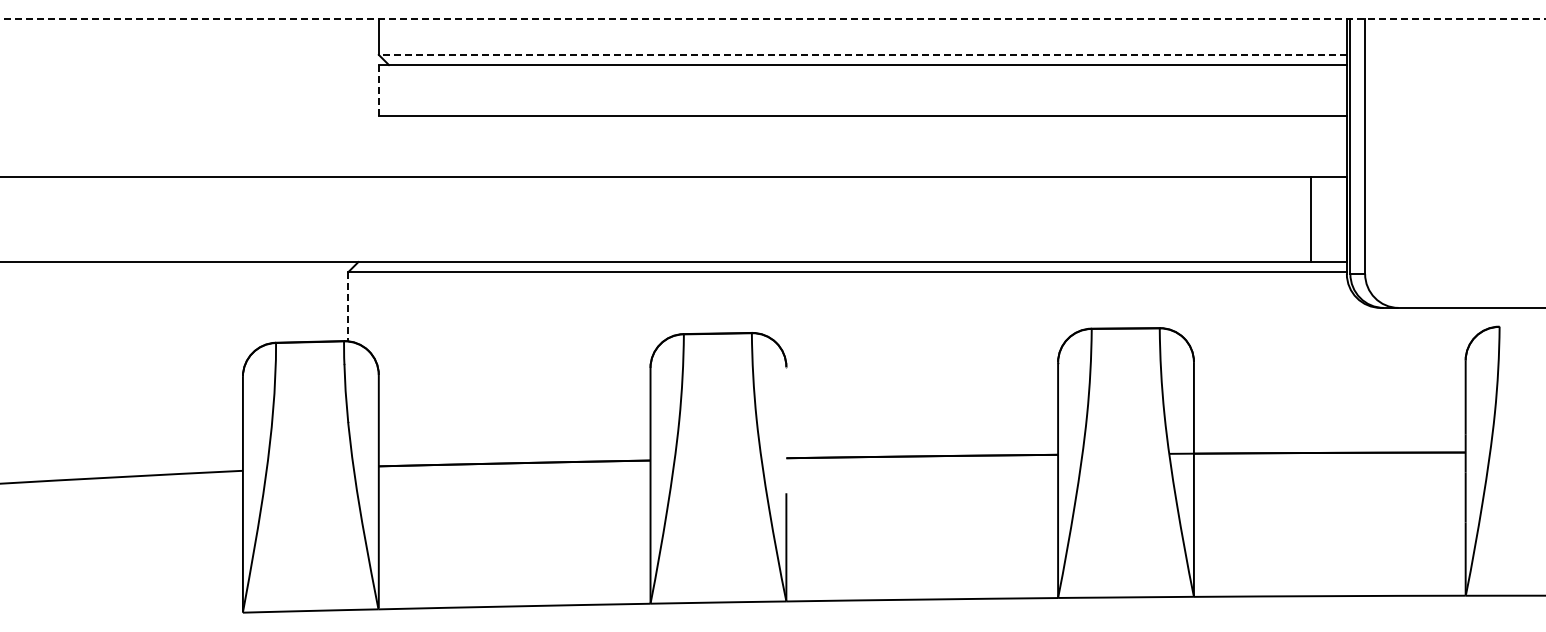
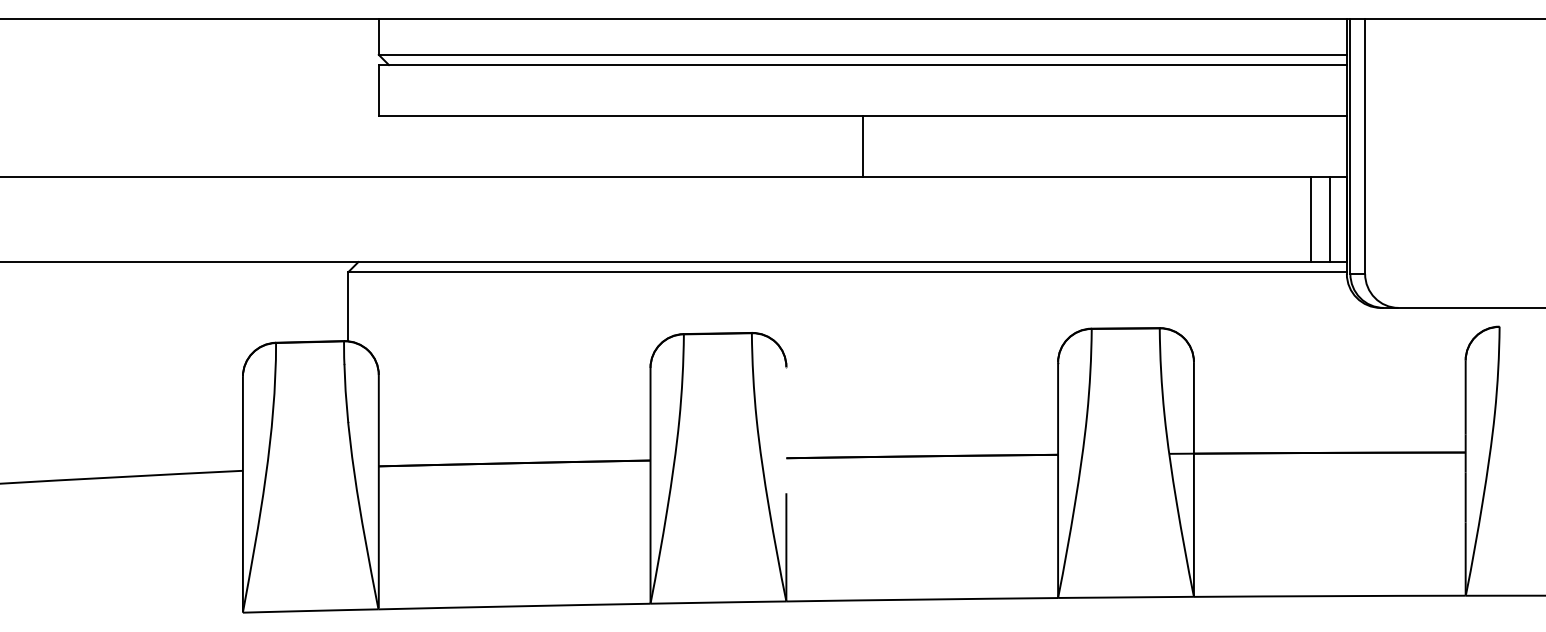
line at (772, 19): dashed -> solid
line at (862, 54): dashed -> solid
line at (378, 90): dashed -> solid
line at (862, 146): none -> present
line at (1329, 219): none -> present
line at (348, 307): dashed -> solid
